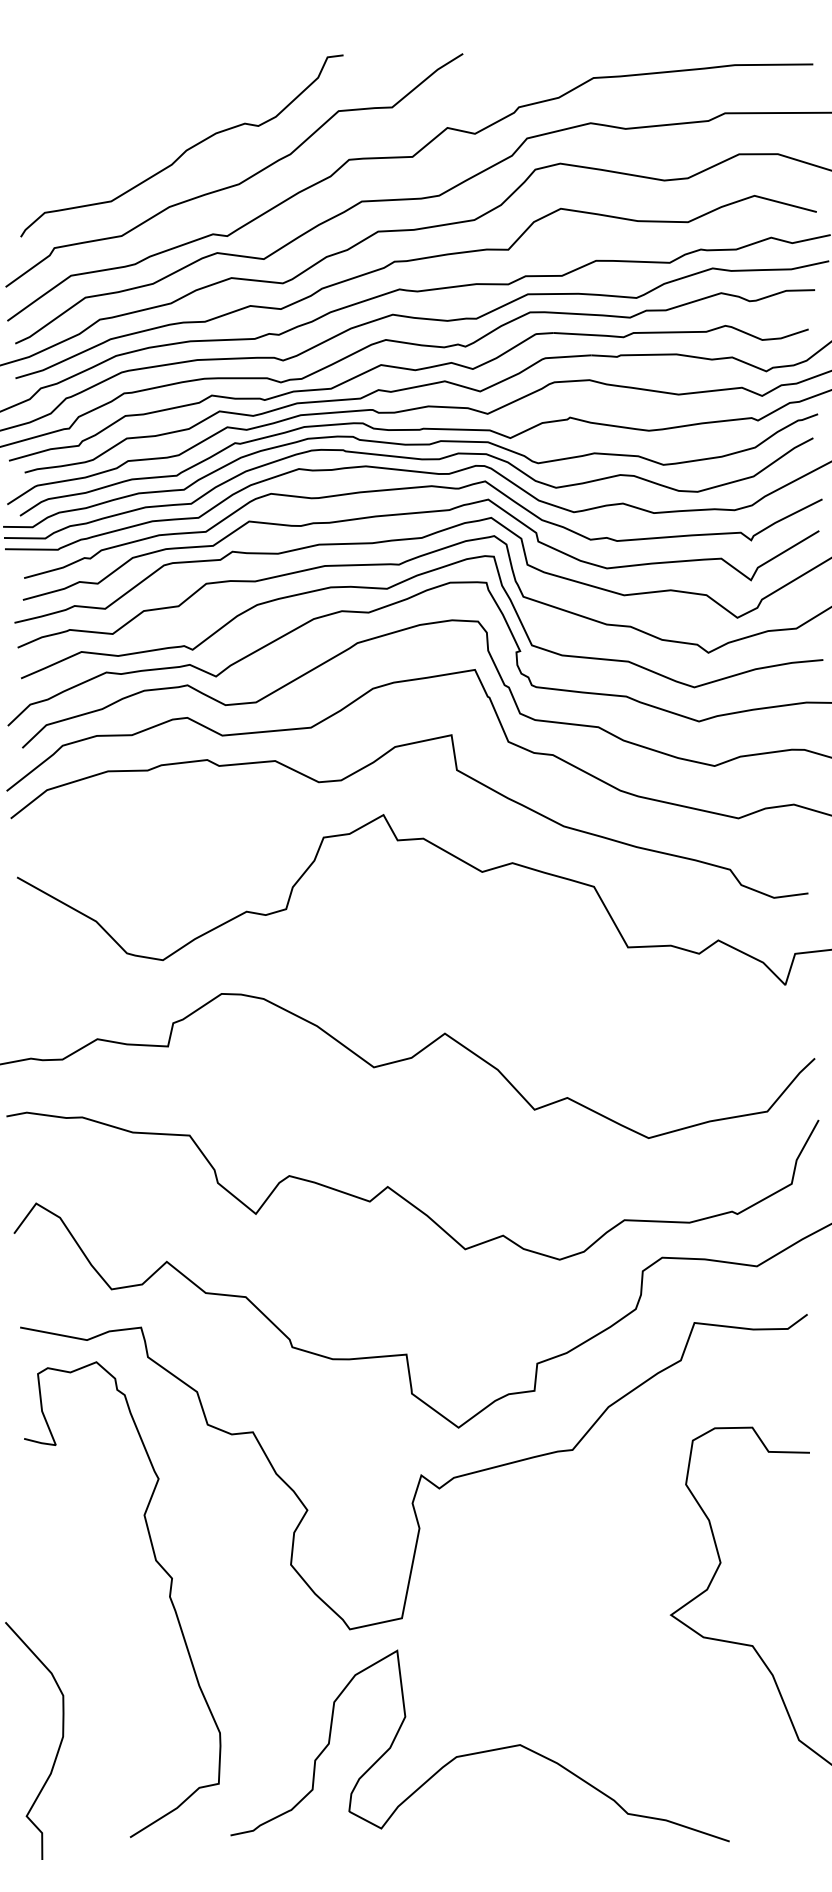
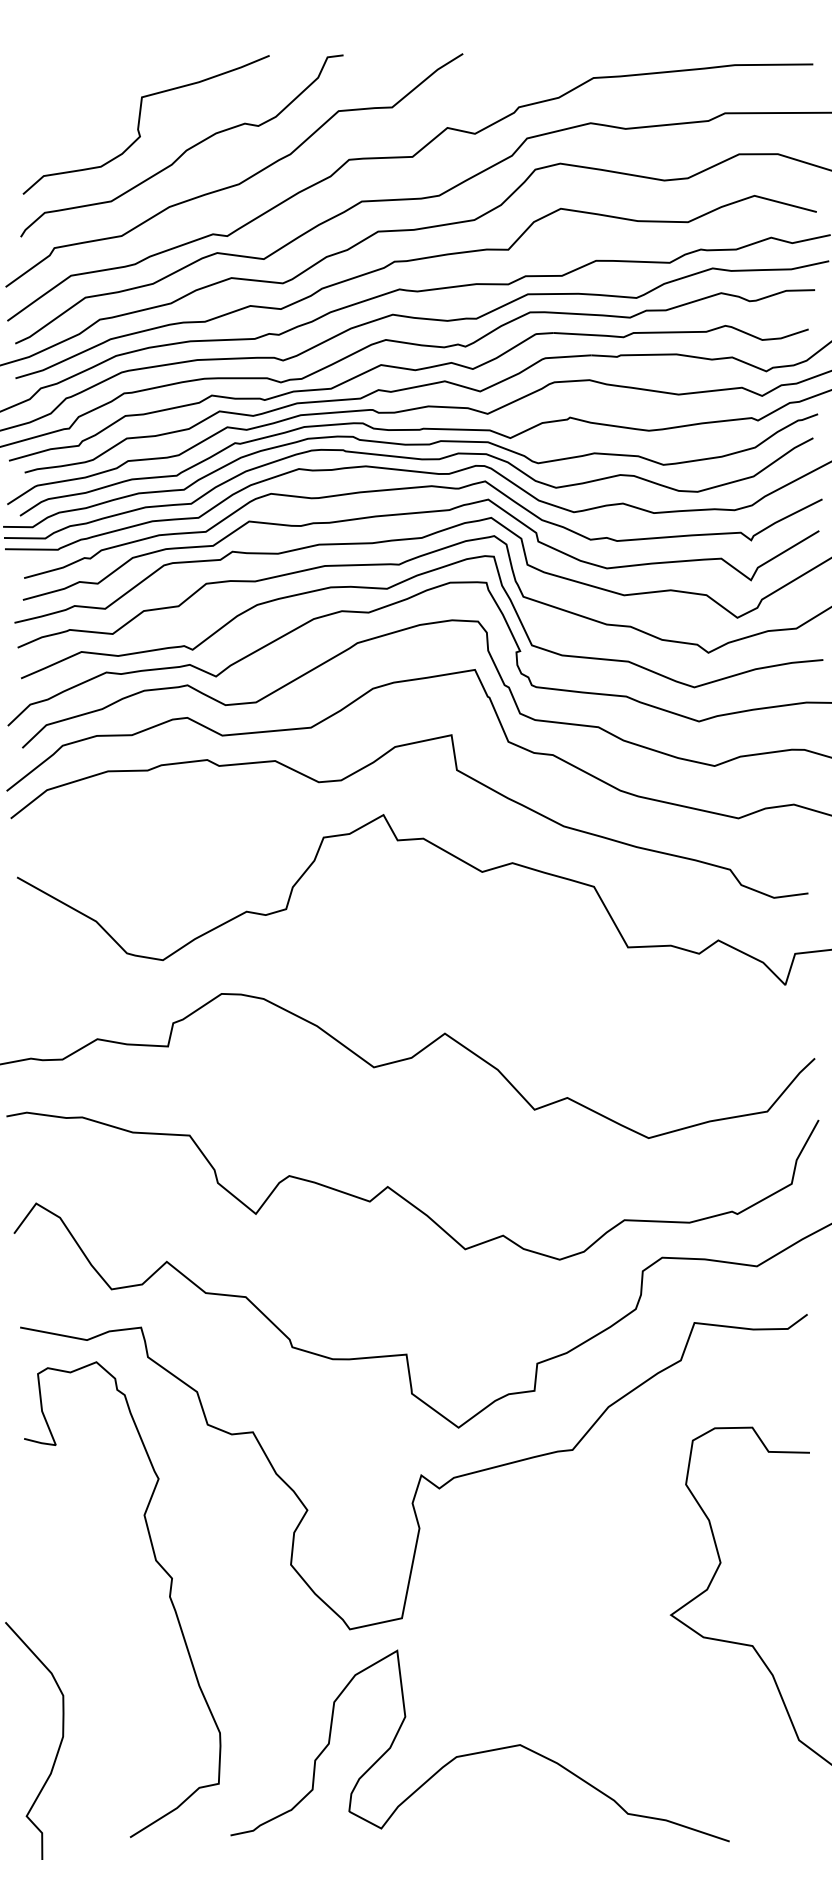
curve at (139, 124): none -> present
